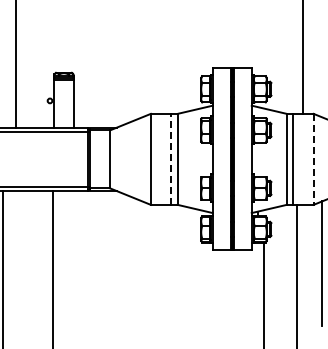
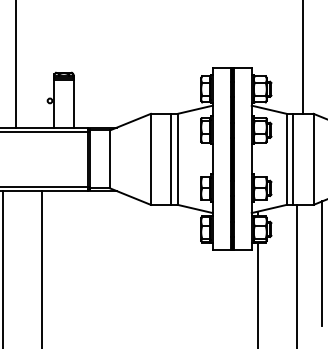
line at (171, 158): dashed -> solid
line at (313, 159): dashed -> solid
line at (52, 268) position: (52, 268) -> (41, 268)
line at (264, 293) position: (264, 293) -> (258, 293)
